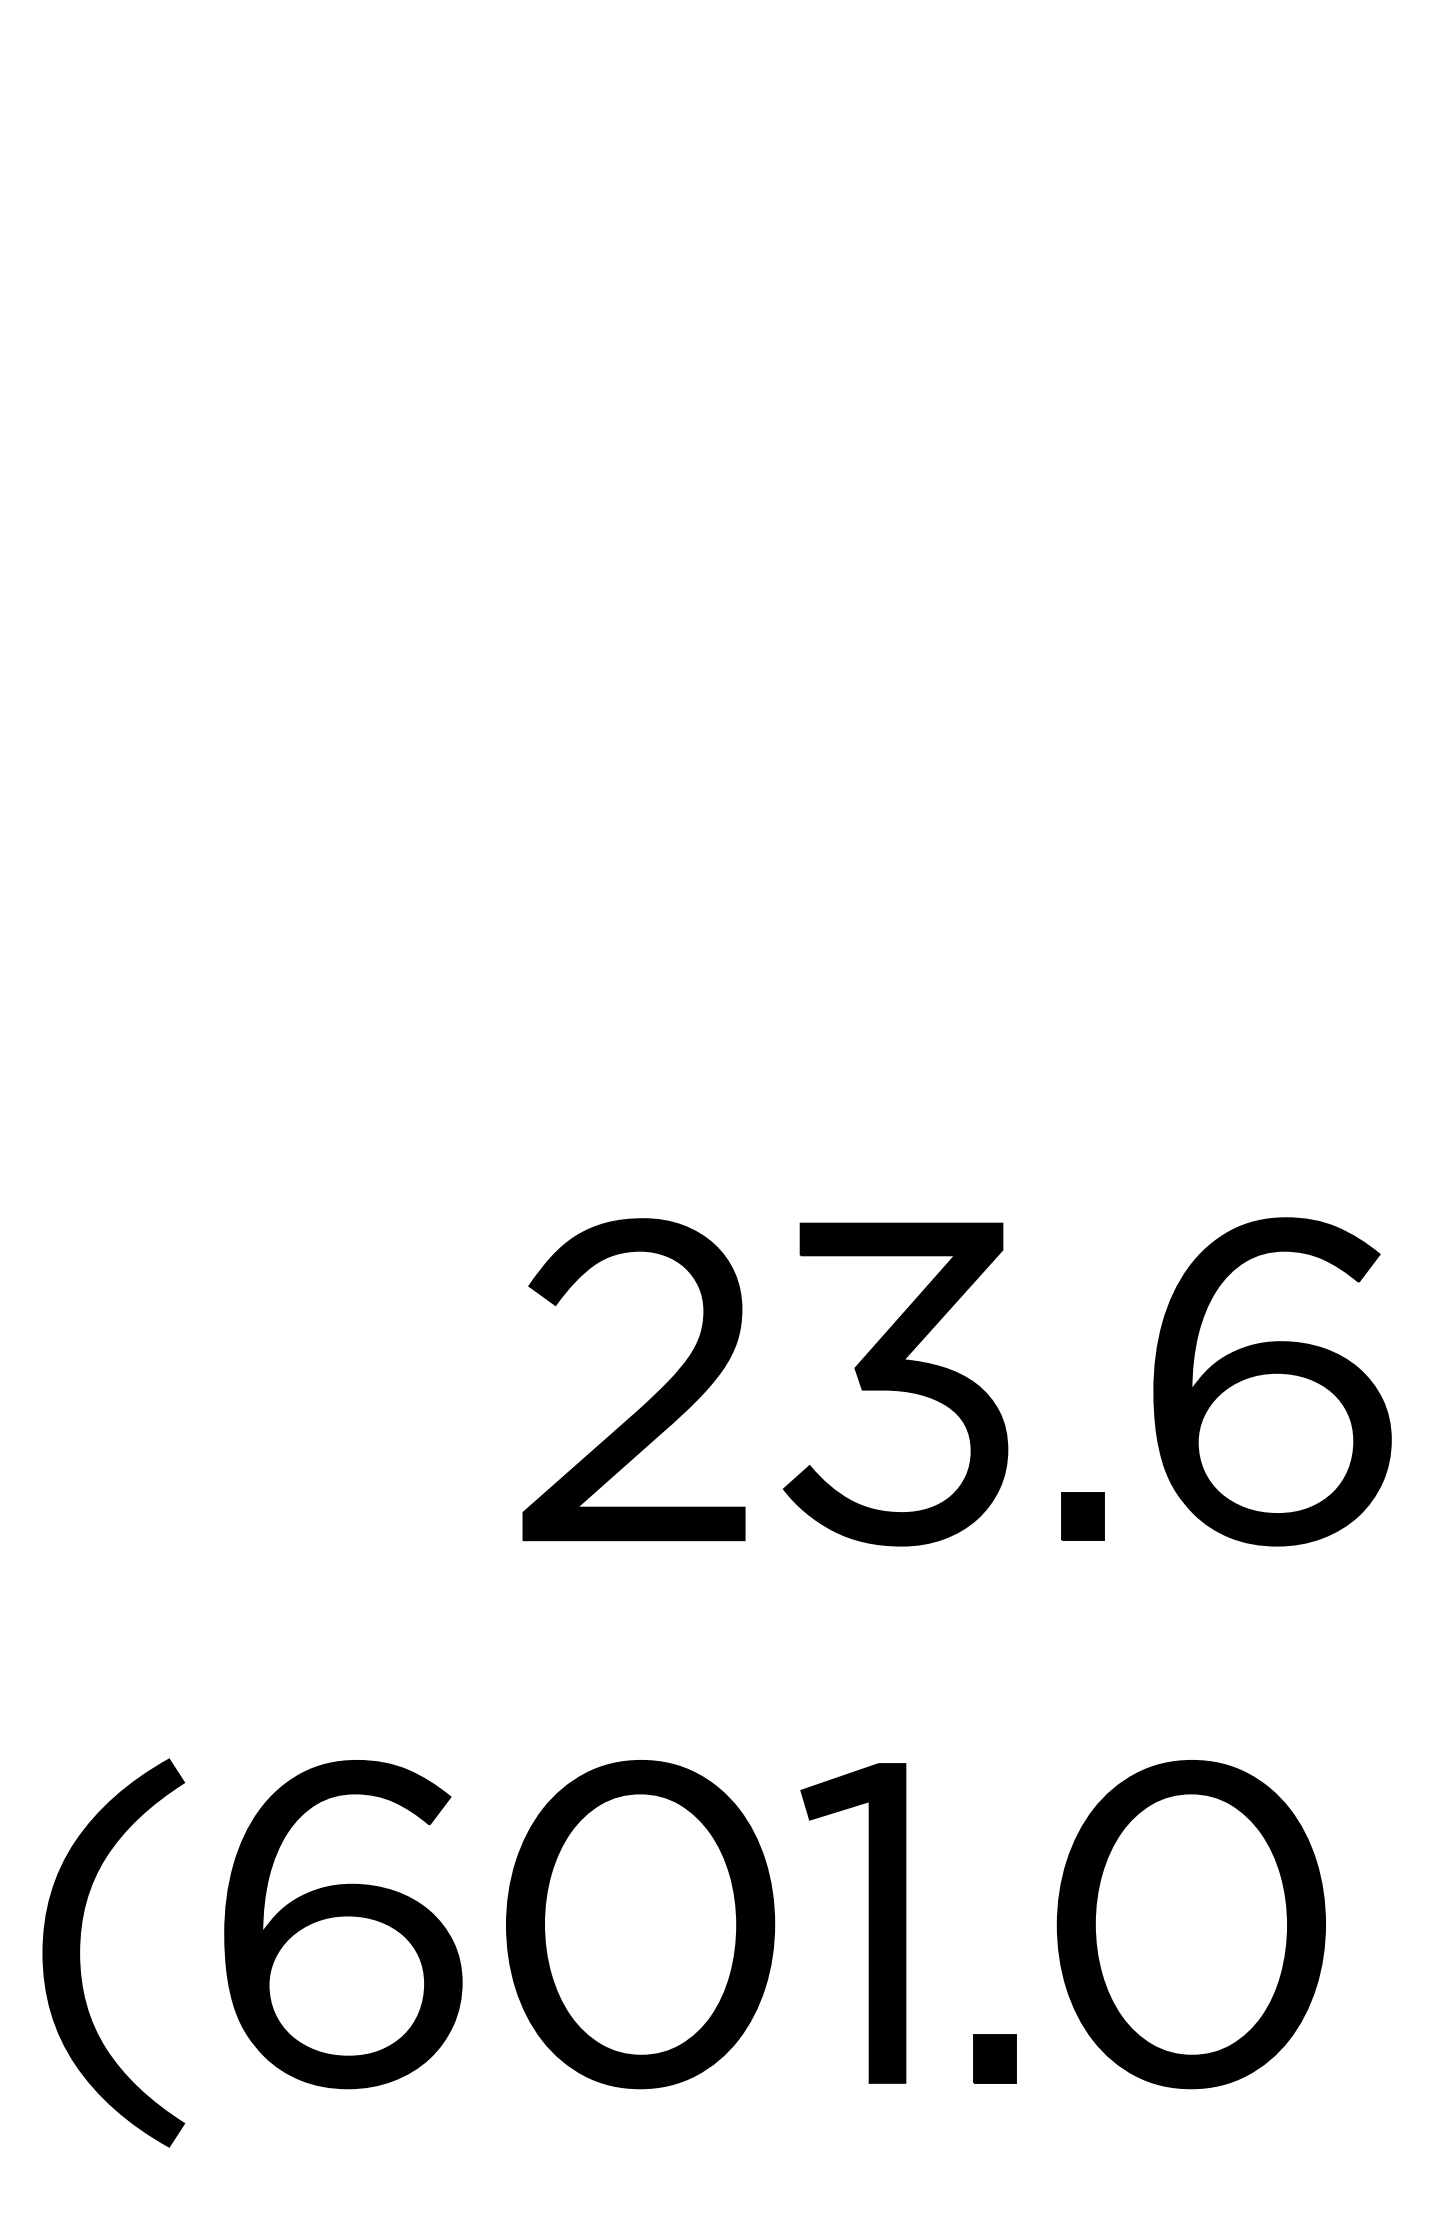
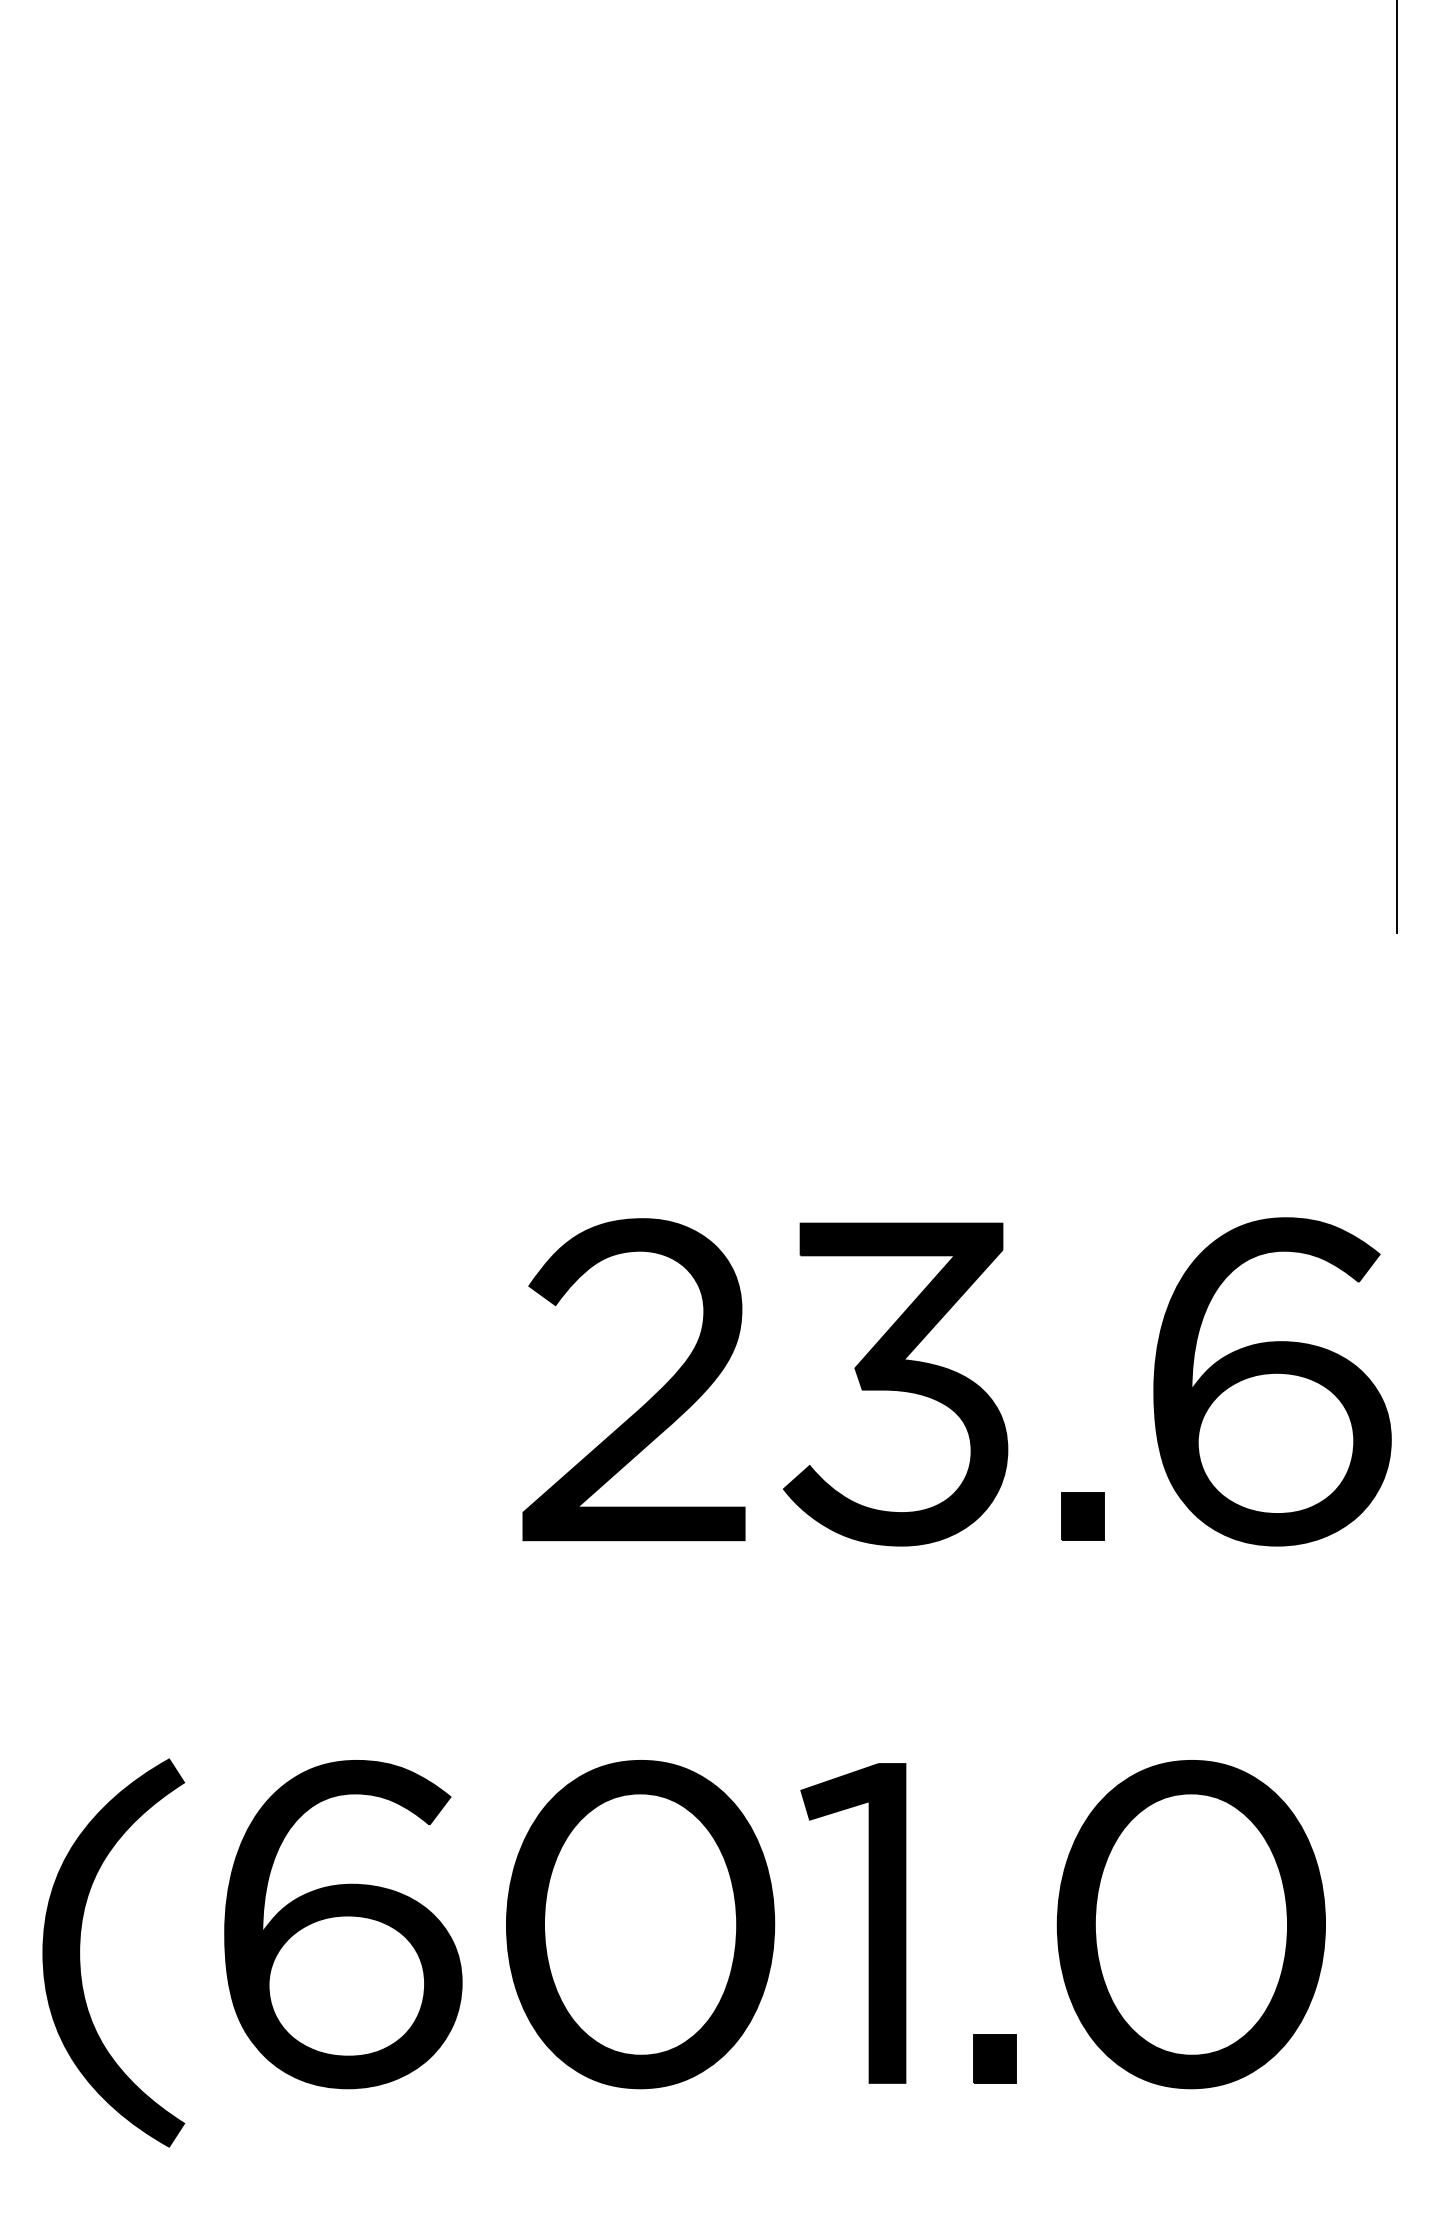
line at (1396, 467): none -> present
